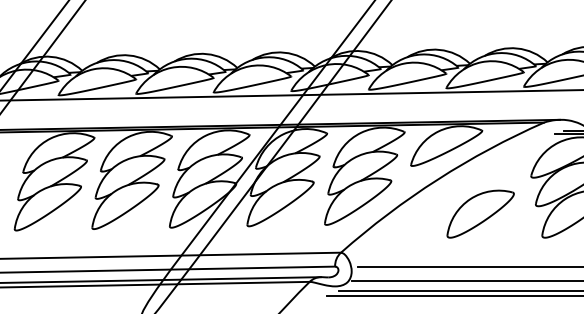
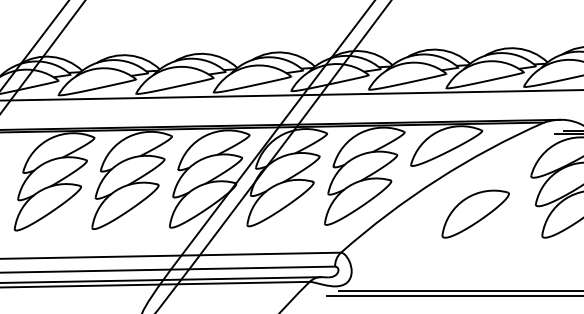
part at (480, 213) position: (480, 213) -> (475, 213)
line at (468, 266): present -> none
line at (466, 280): present -> none
